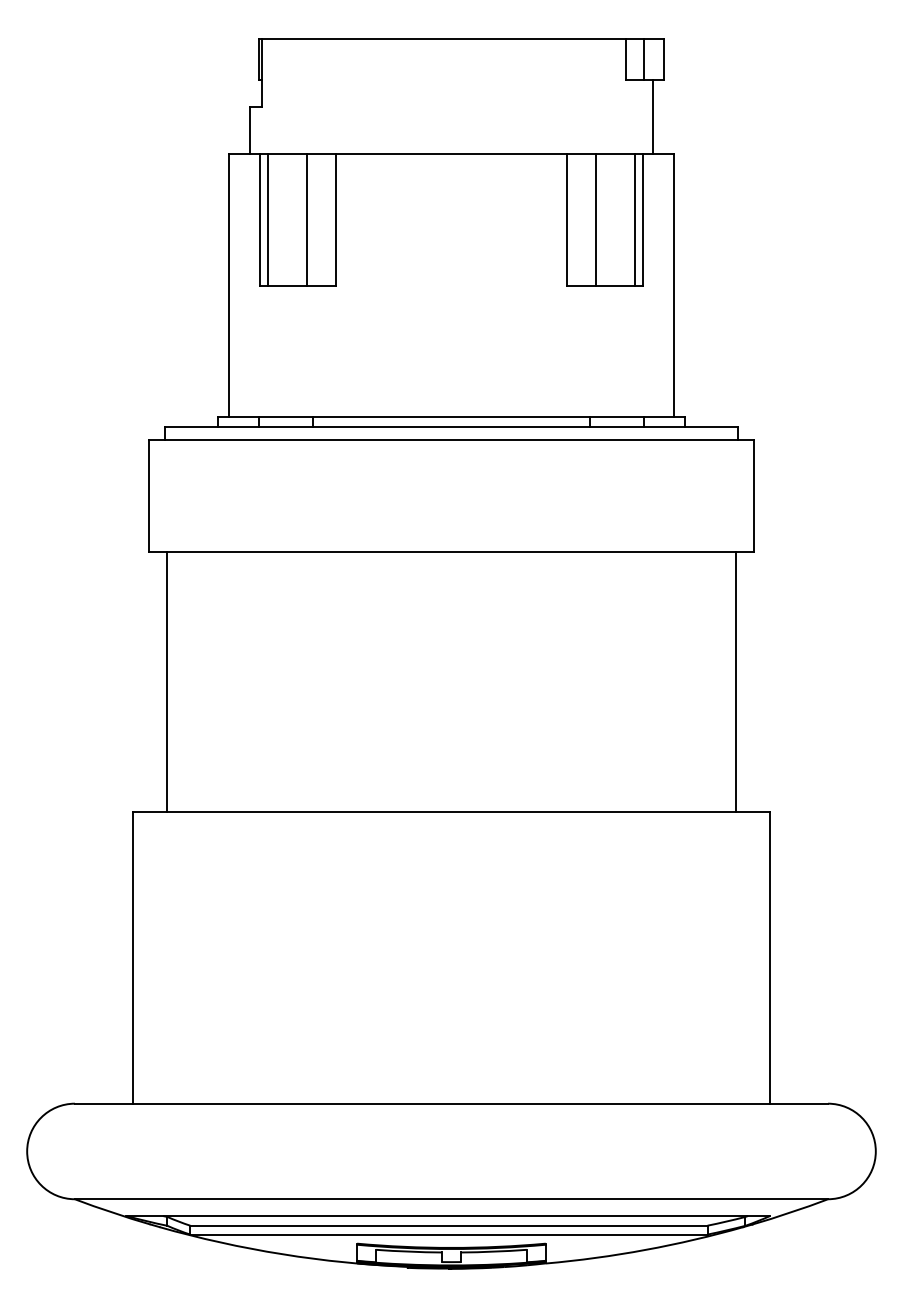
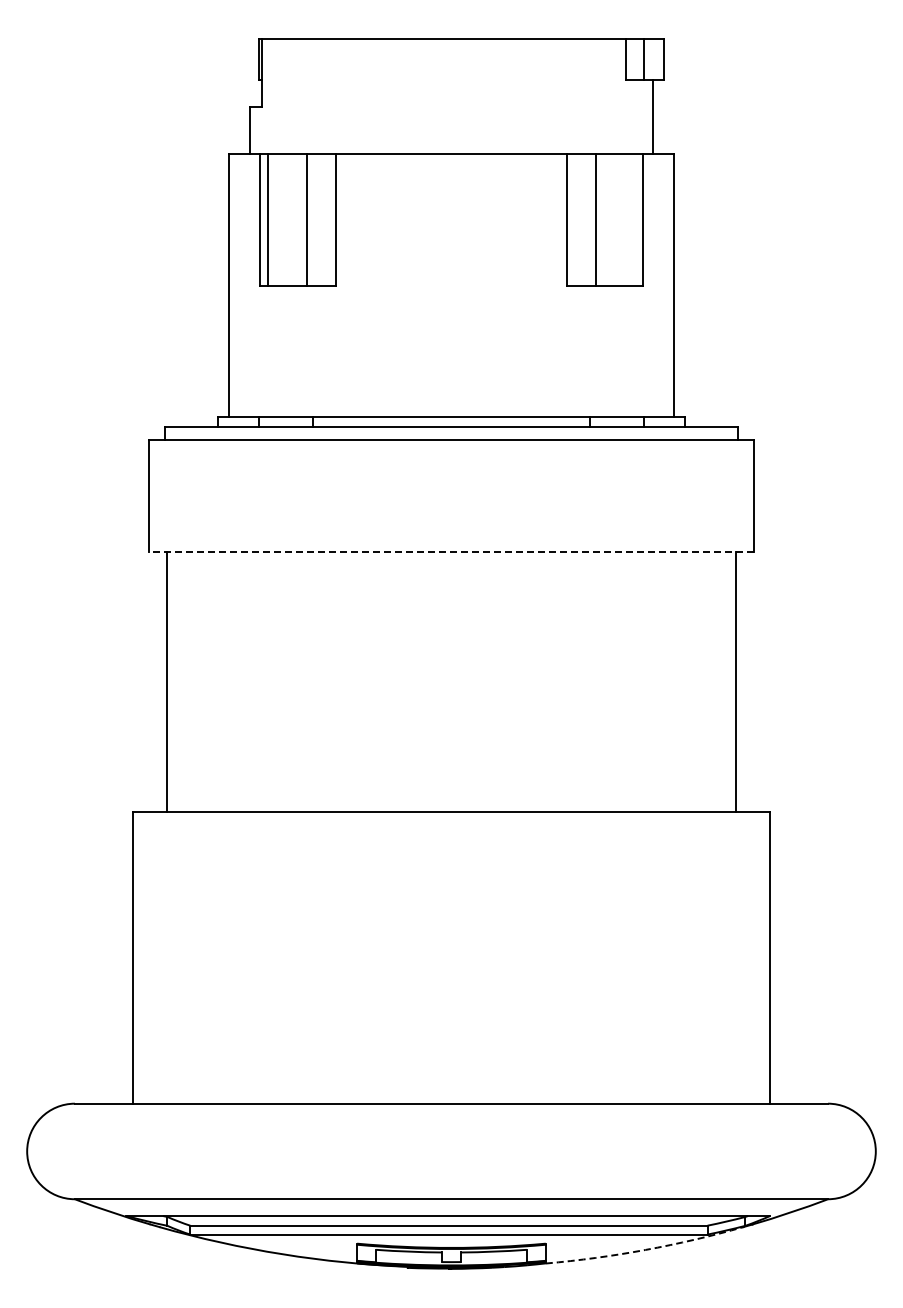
line at (635, 219): present -> none
line at (450, 551): solid -> dashed
arc at (645, 1249): solid -> dashed
